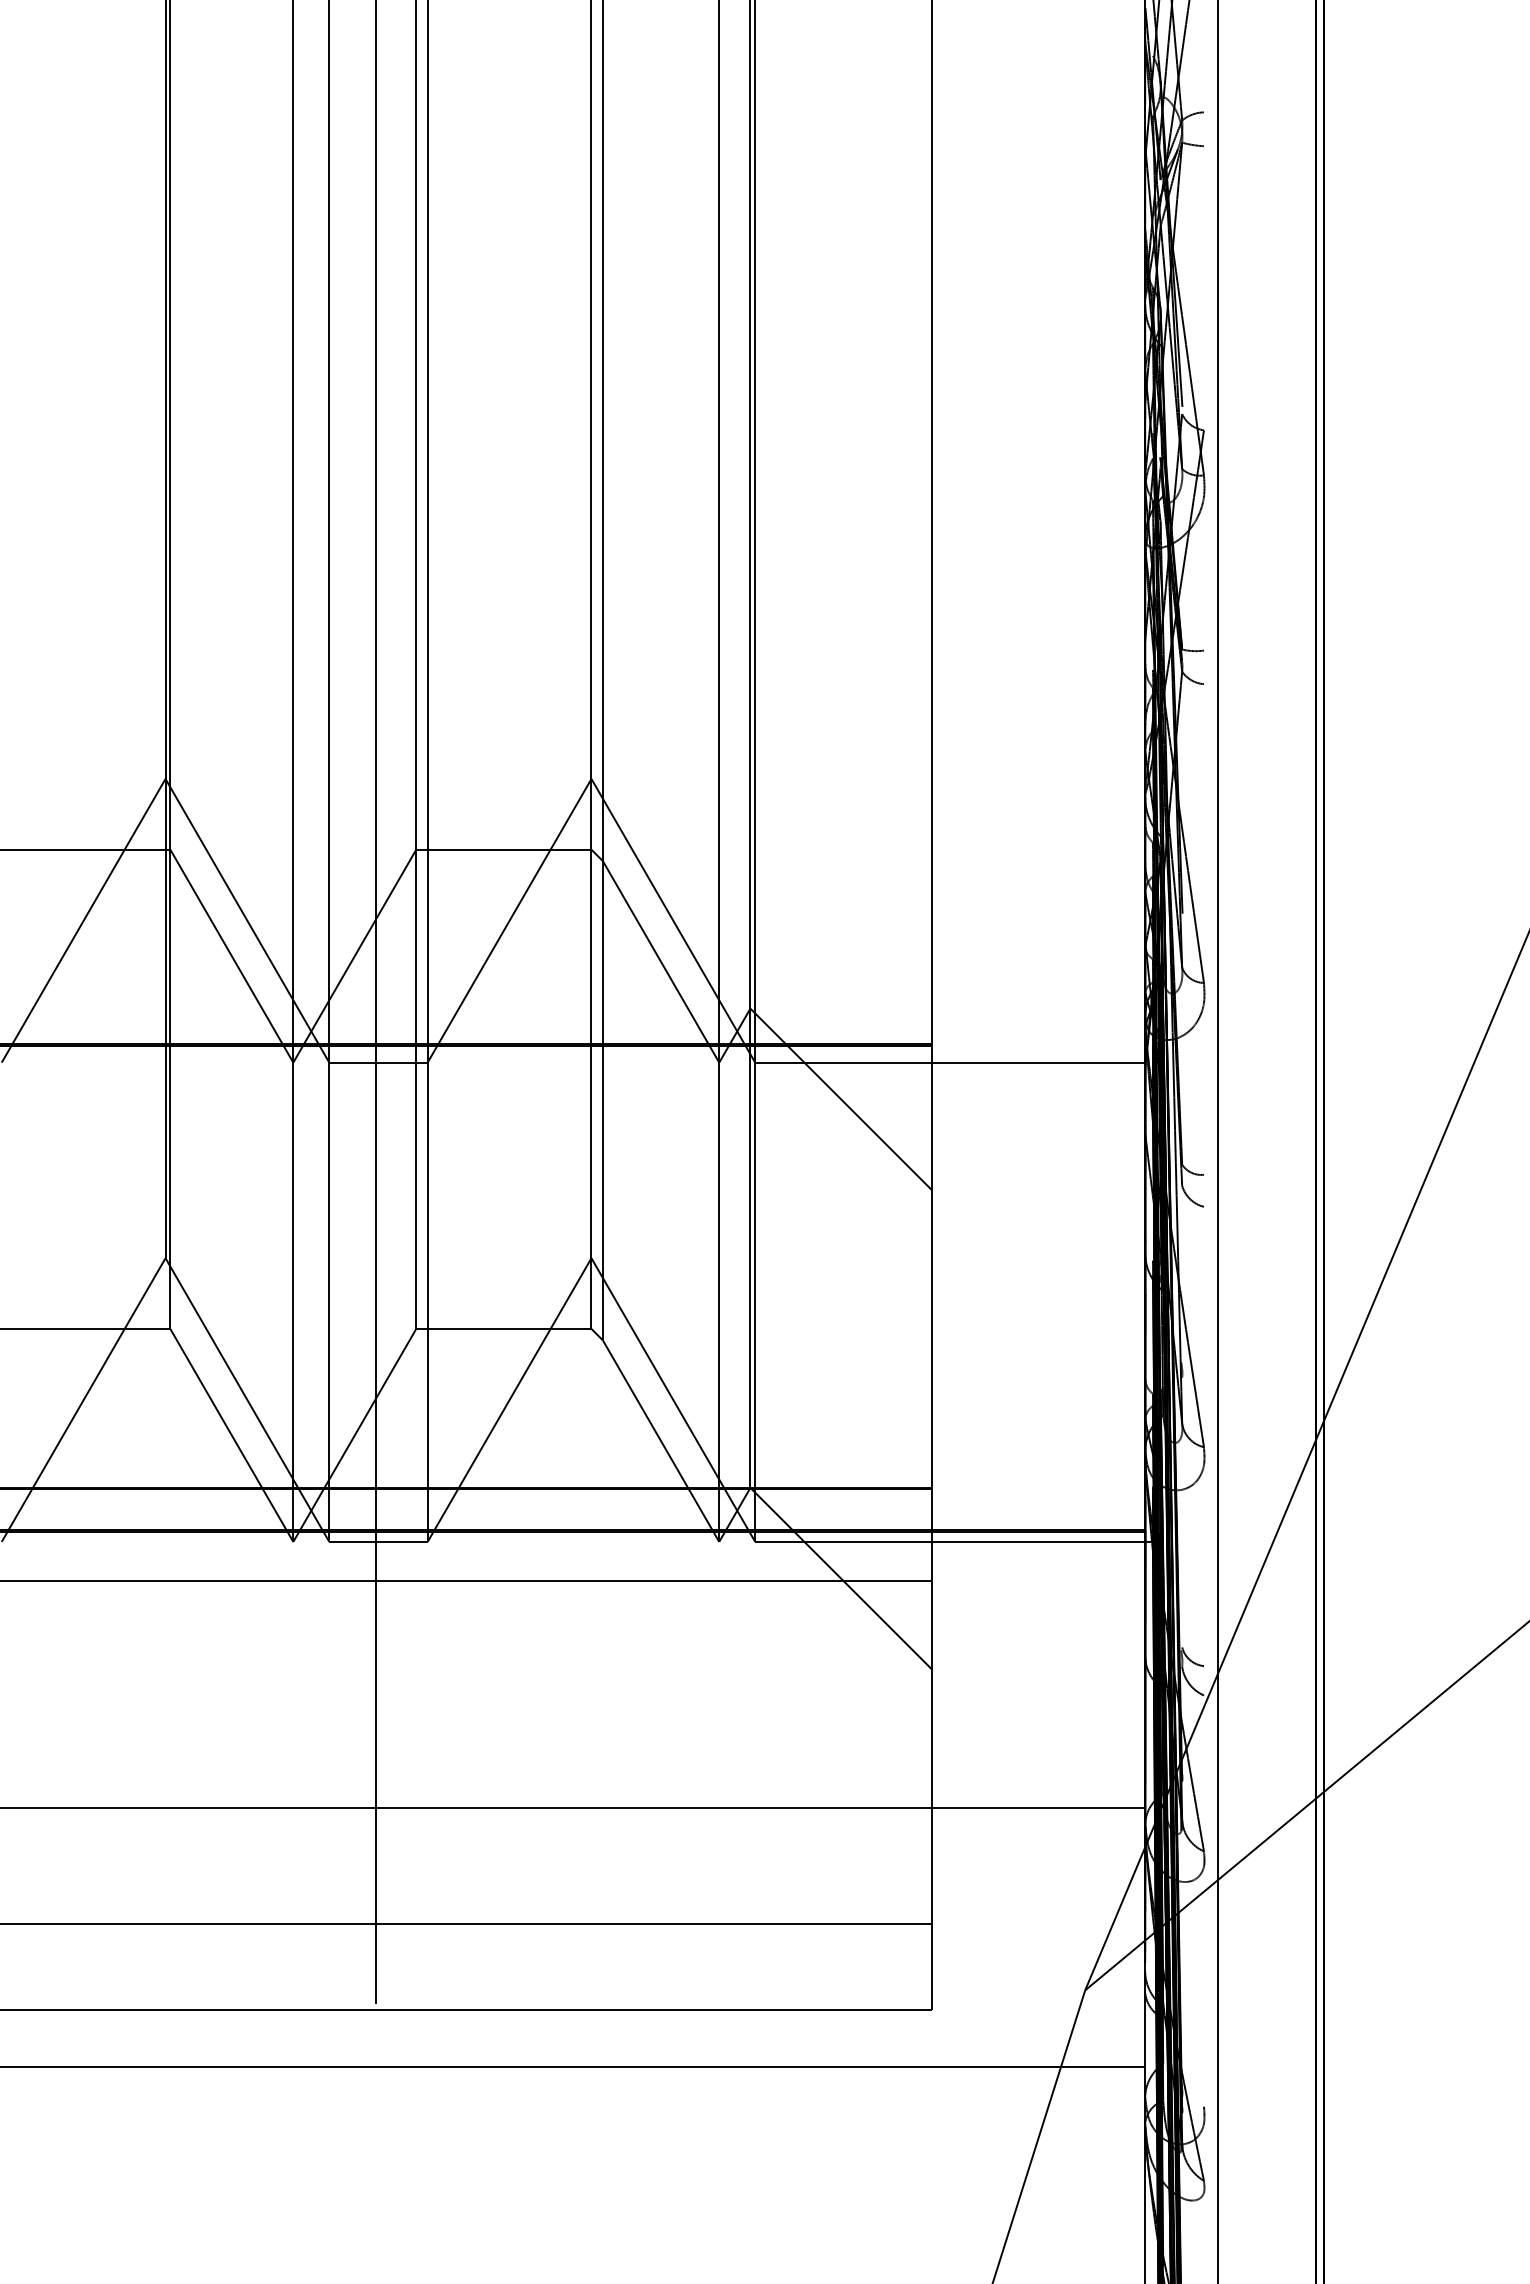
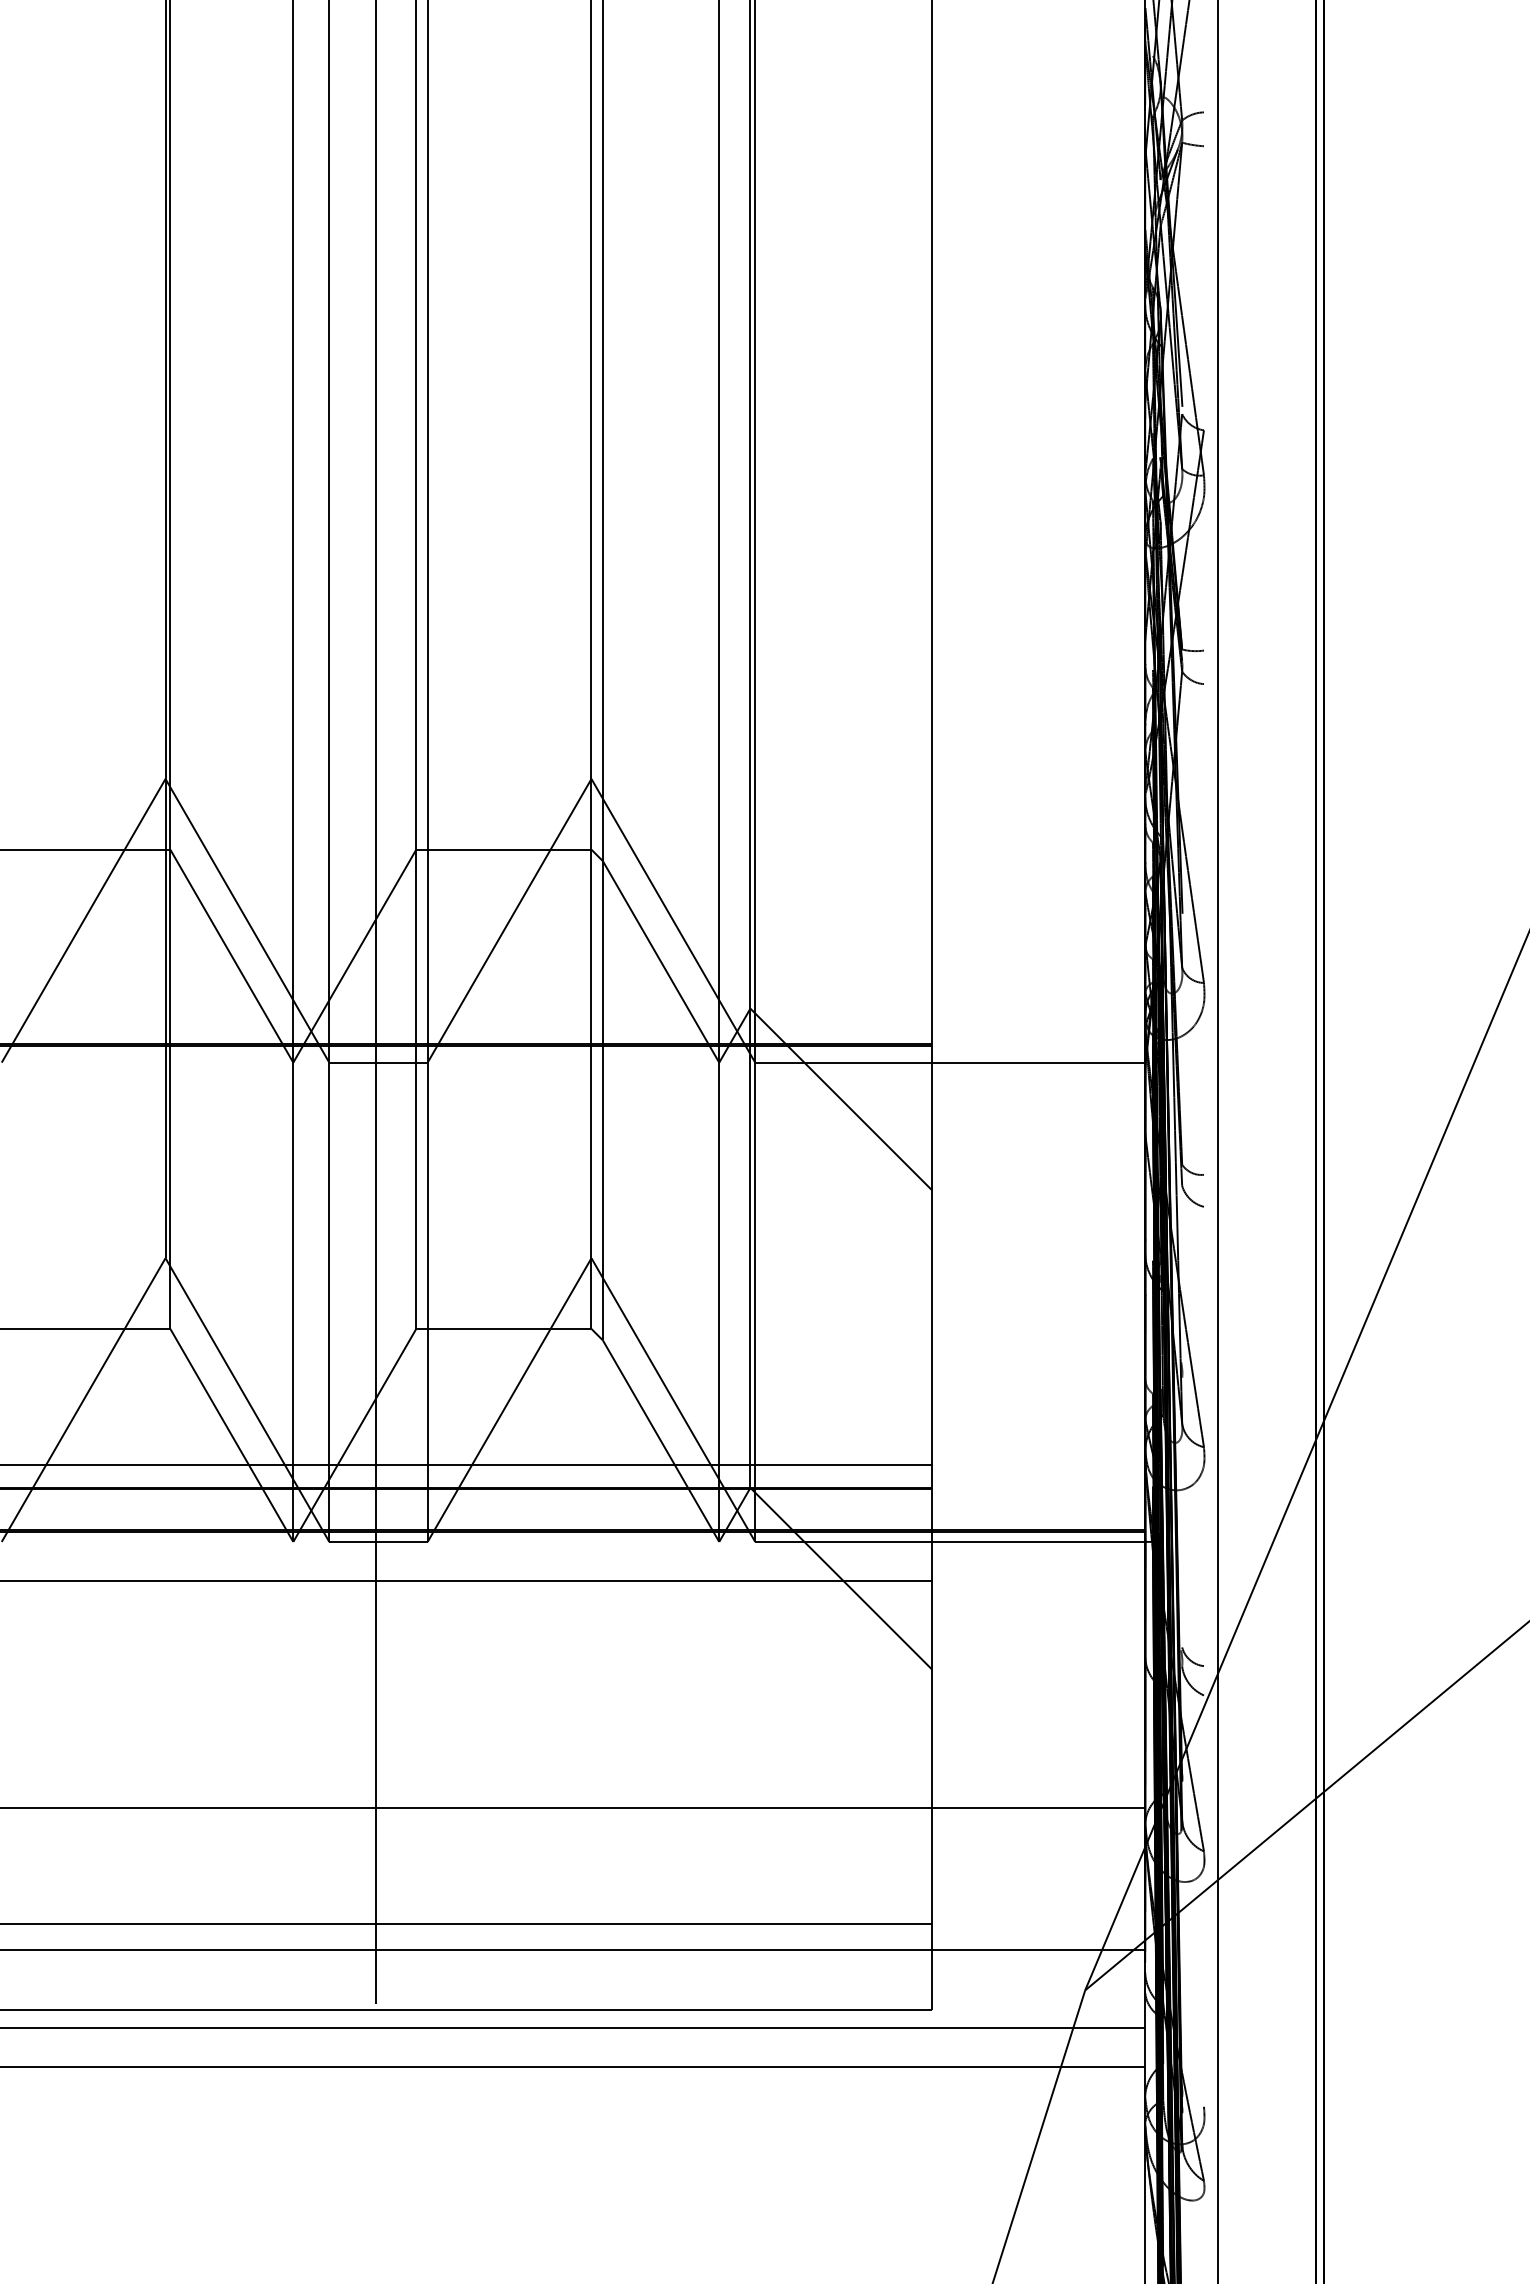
line at (467, 1465): none -> present
line at (573, 1950): none -> present
line at (573, 2027): none -> present
